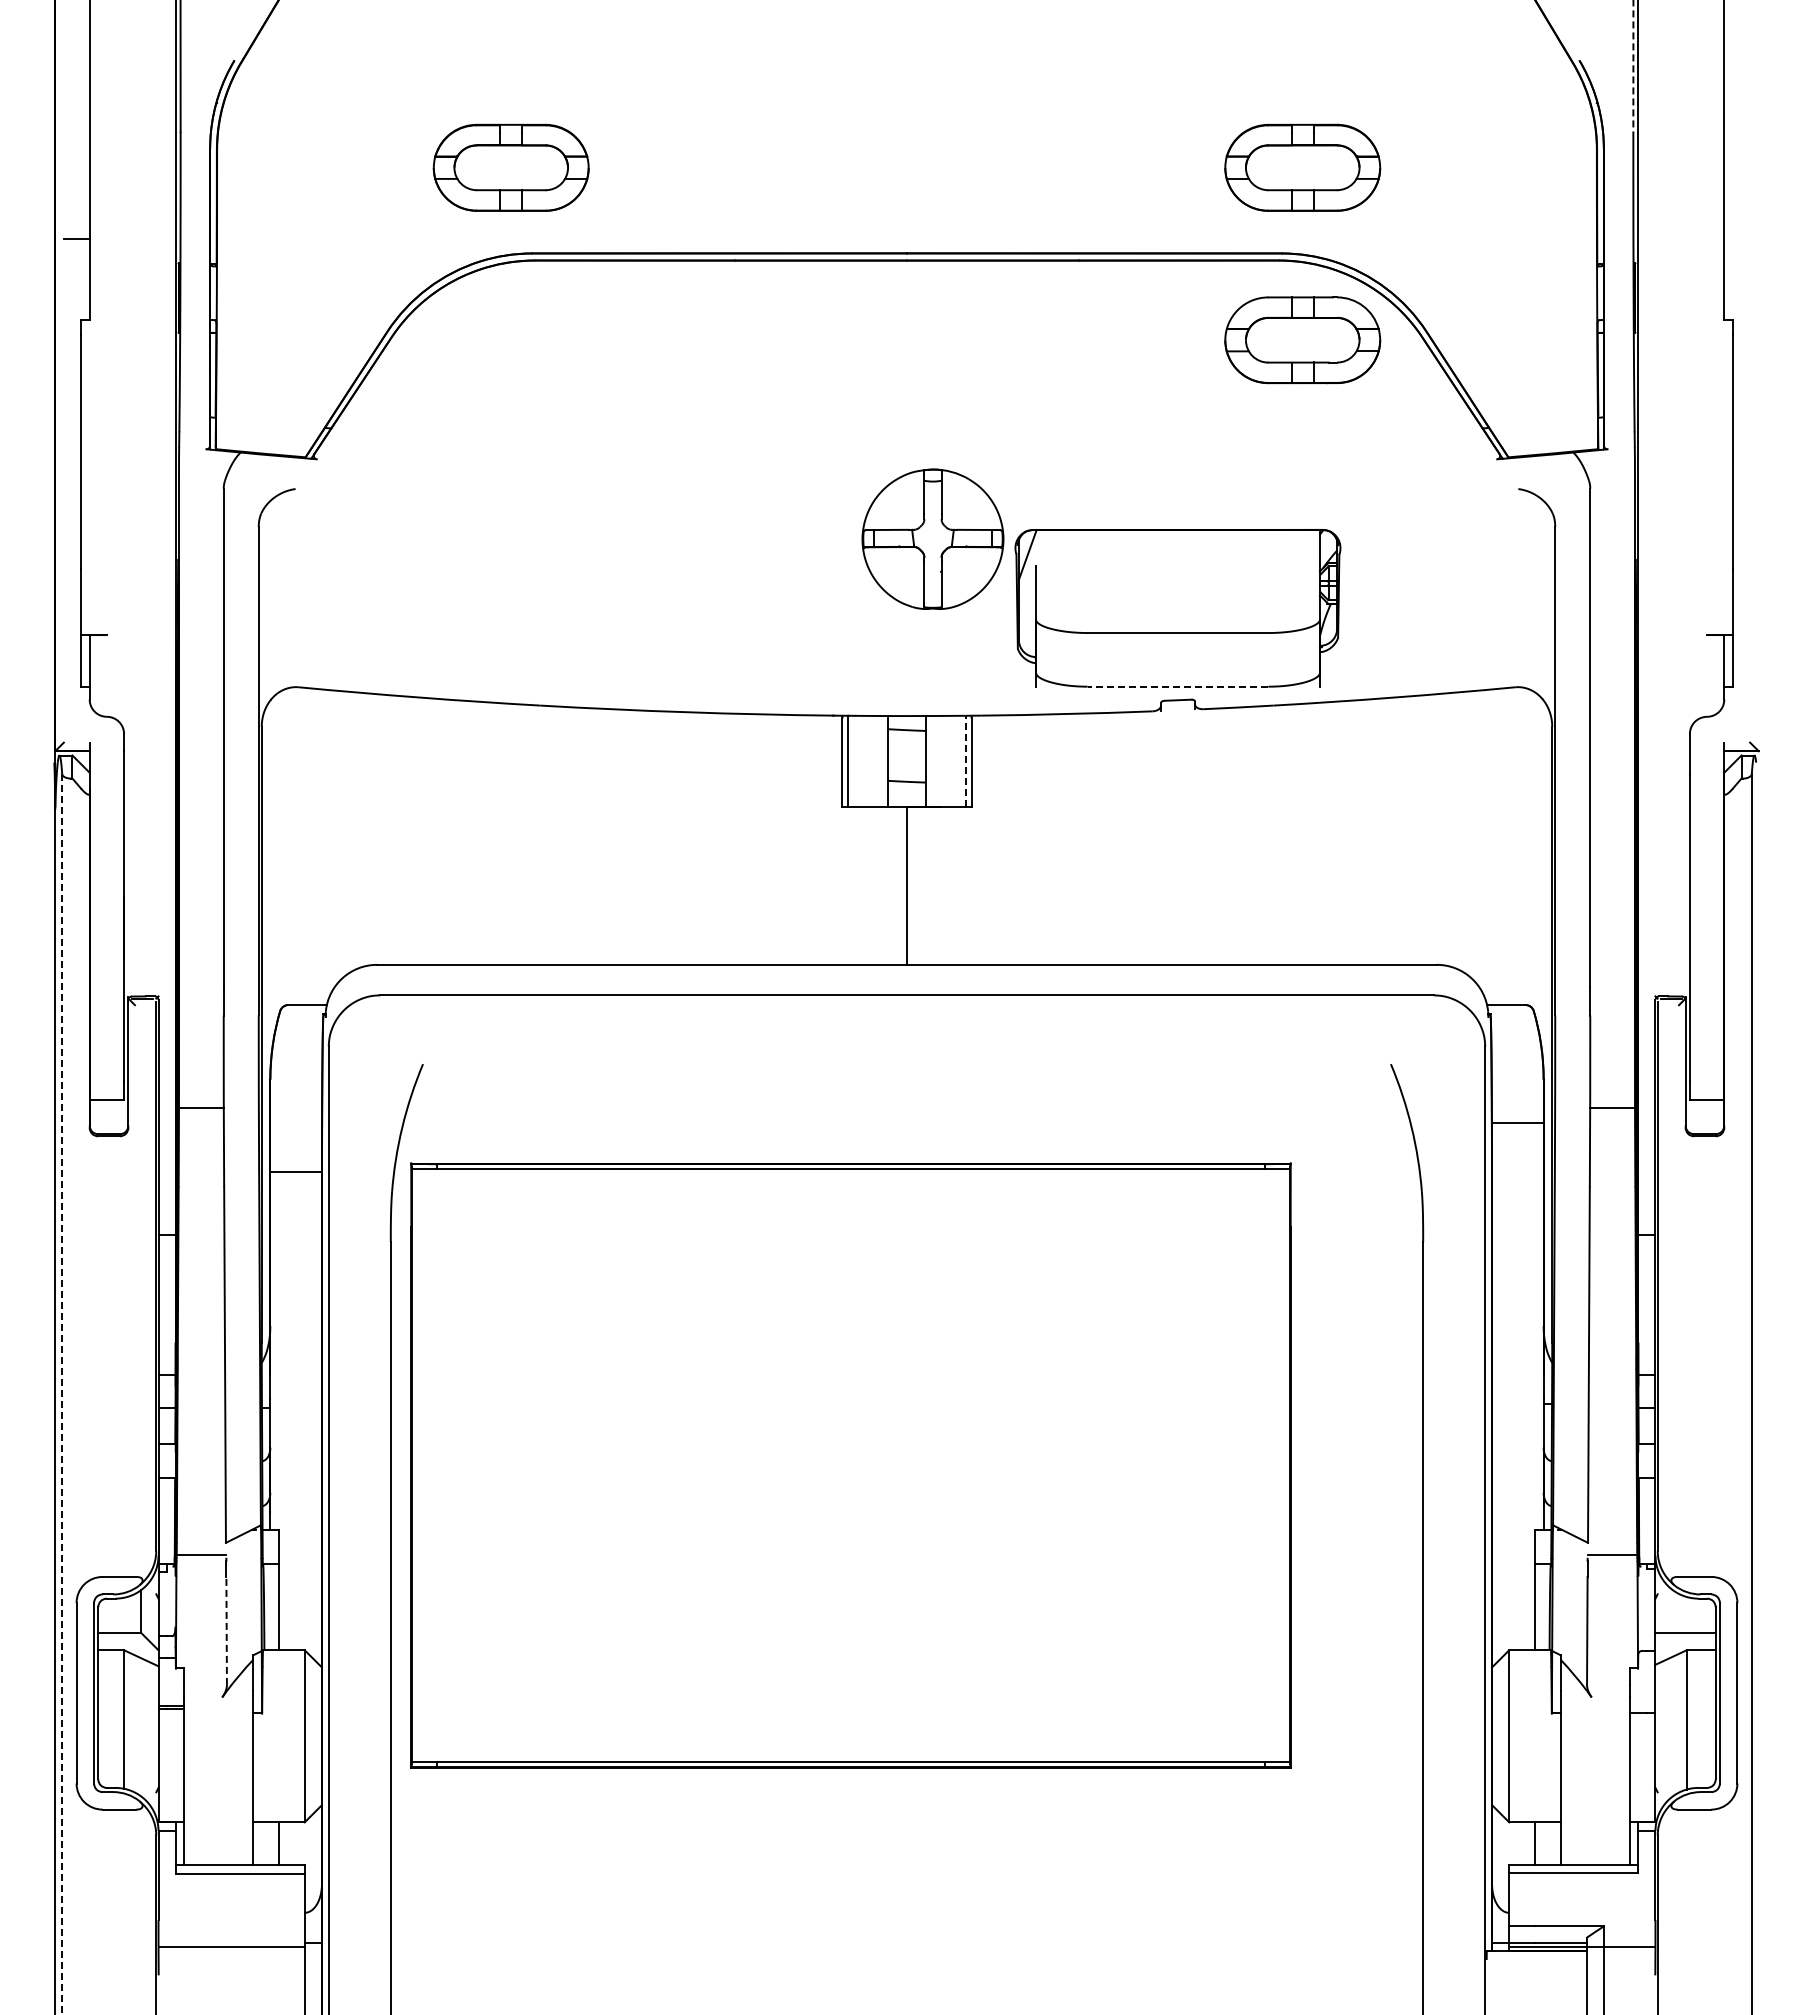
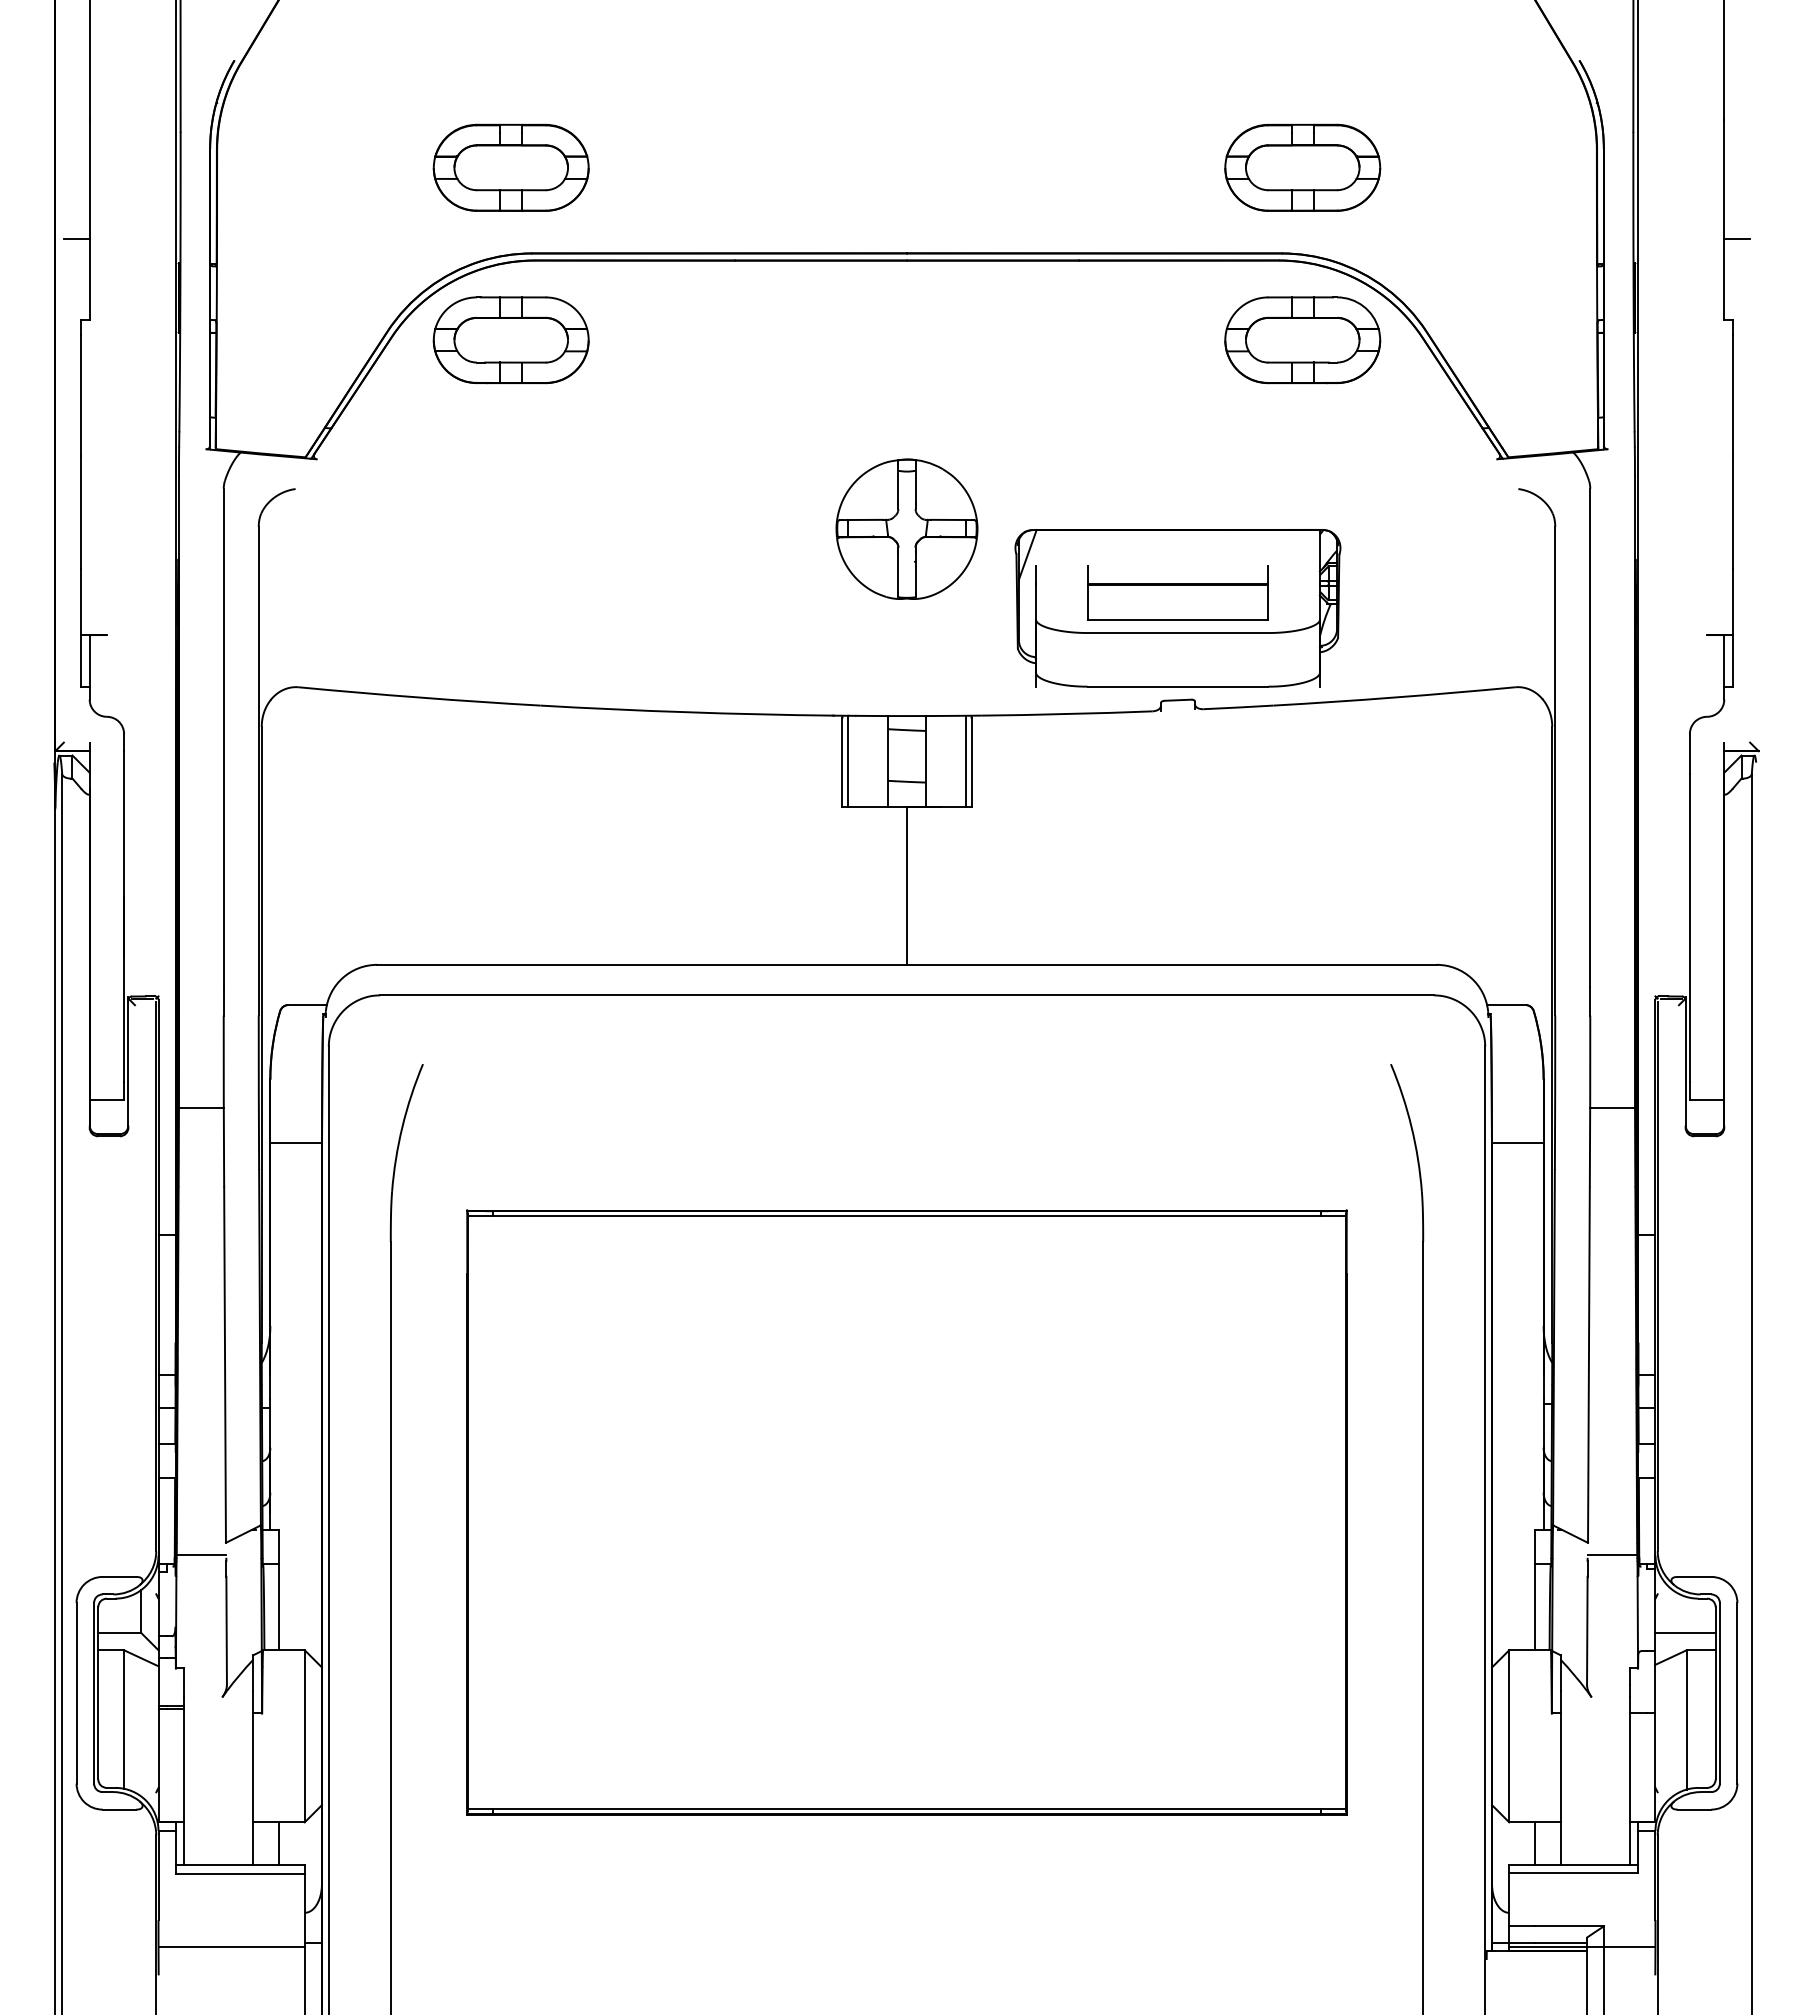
line at (1633, 66): dashed -> solid
line at (1737, 239): none -> present
part at (510, 340): none -> present
part at (932, 538) position: (932, 538) -> (906, 528)
part at (1177, 592): none -> present
line at (1177, 686): dashed -> solid
line at (966, 761): dashed -> solid
line at (1517, 1122) position: (1517, 1122) -> (1517, 1142)
line at (296, 1171) position: (296, 1171) -> (296, 1142)
line at (62, 1394): dashed -> solid
part at (850, 1465) position: (850, 1465) -> (906, 1512)
line at (226, 1630): dashed -> solid
